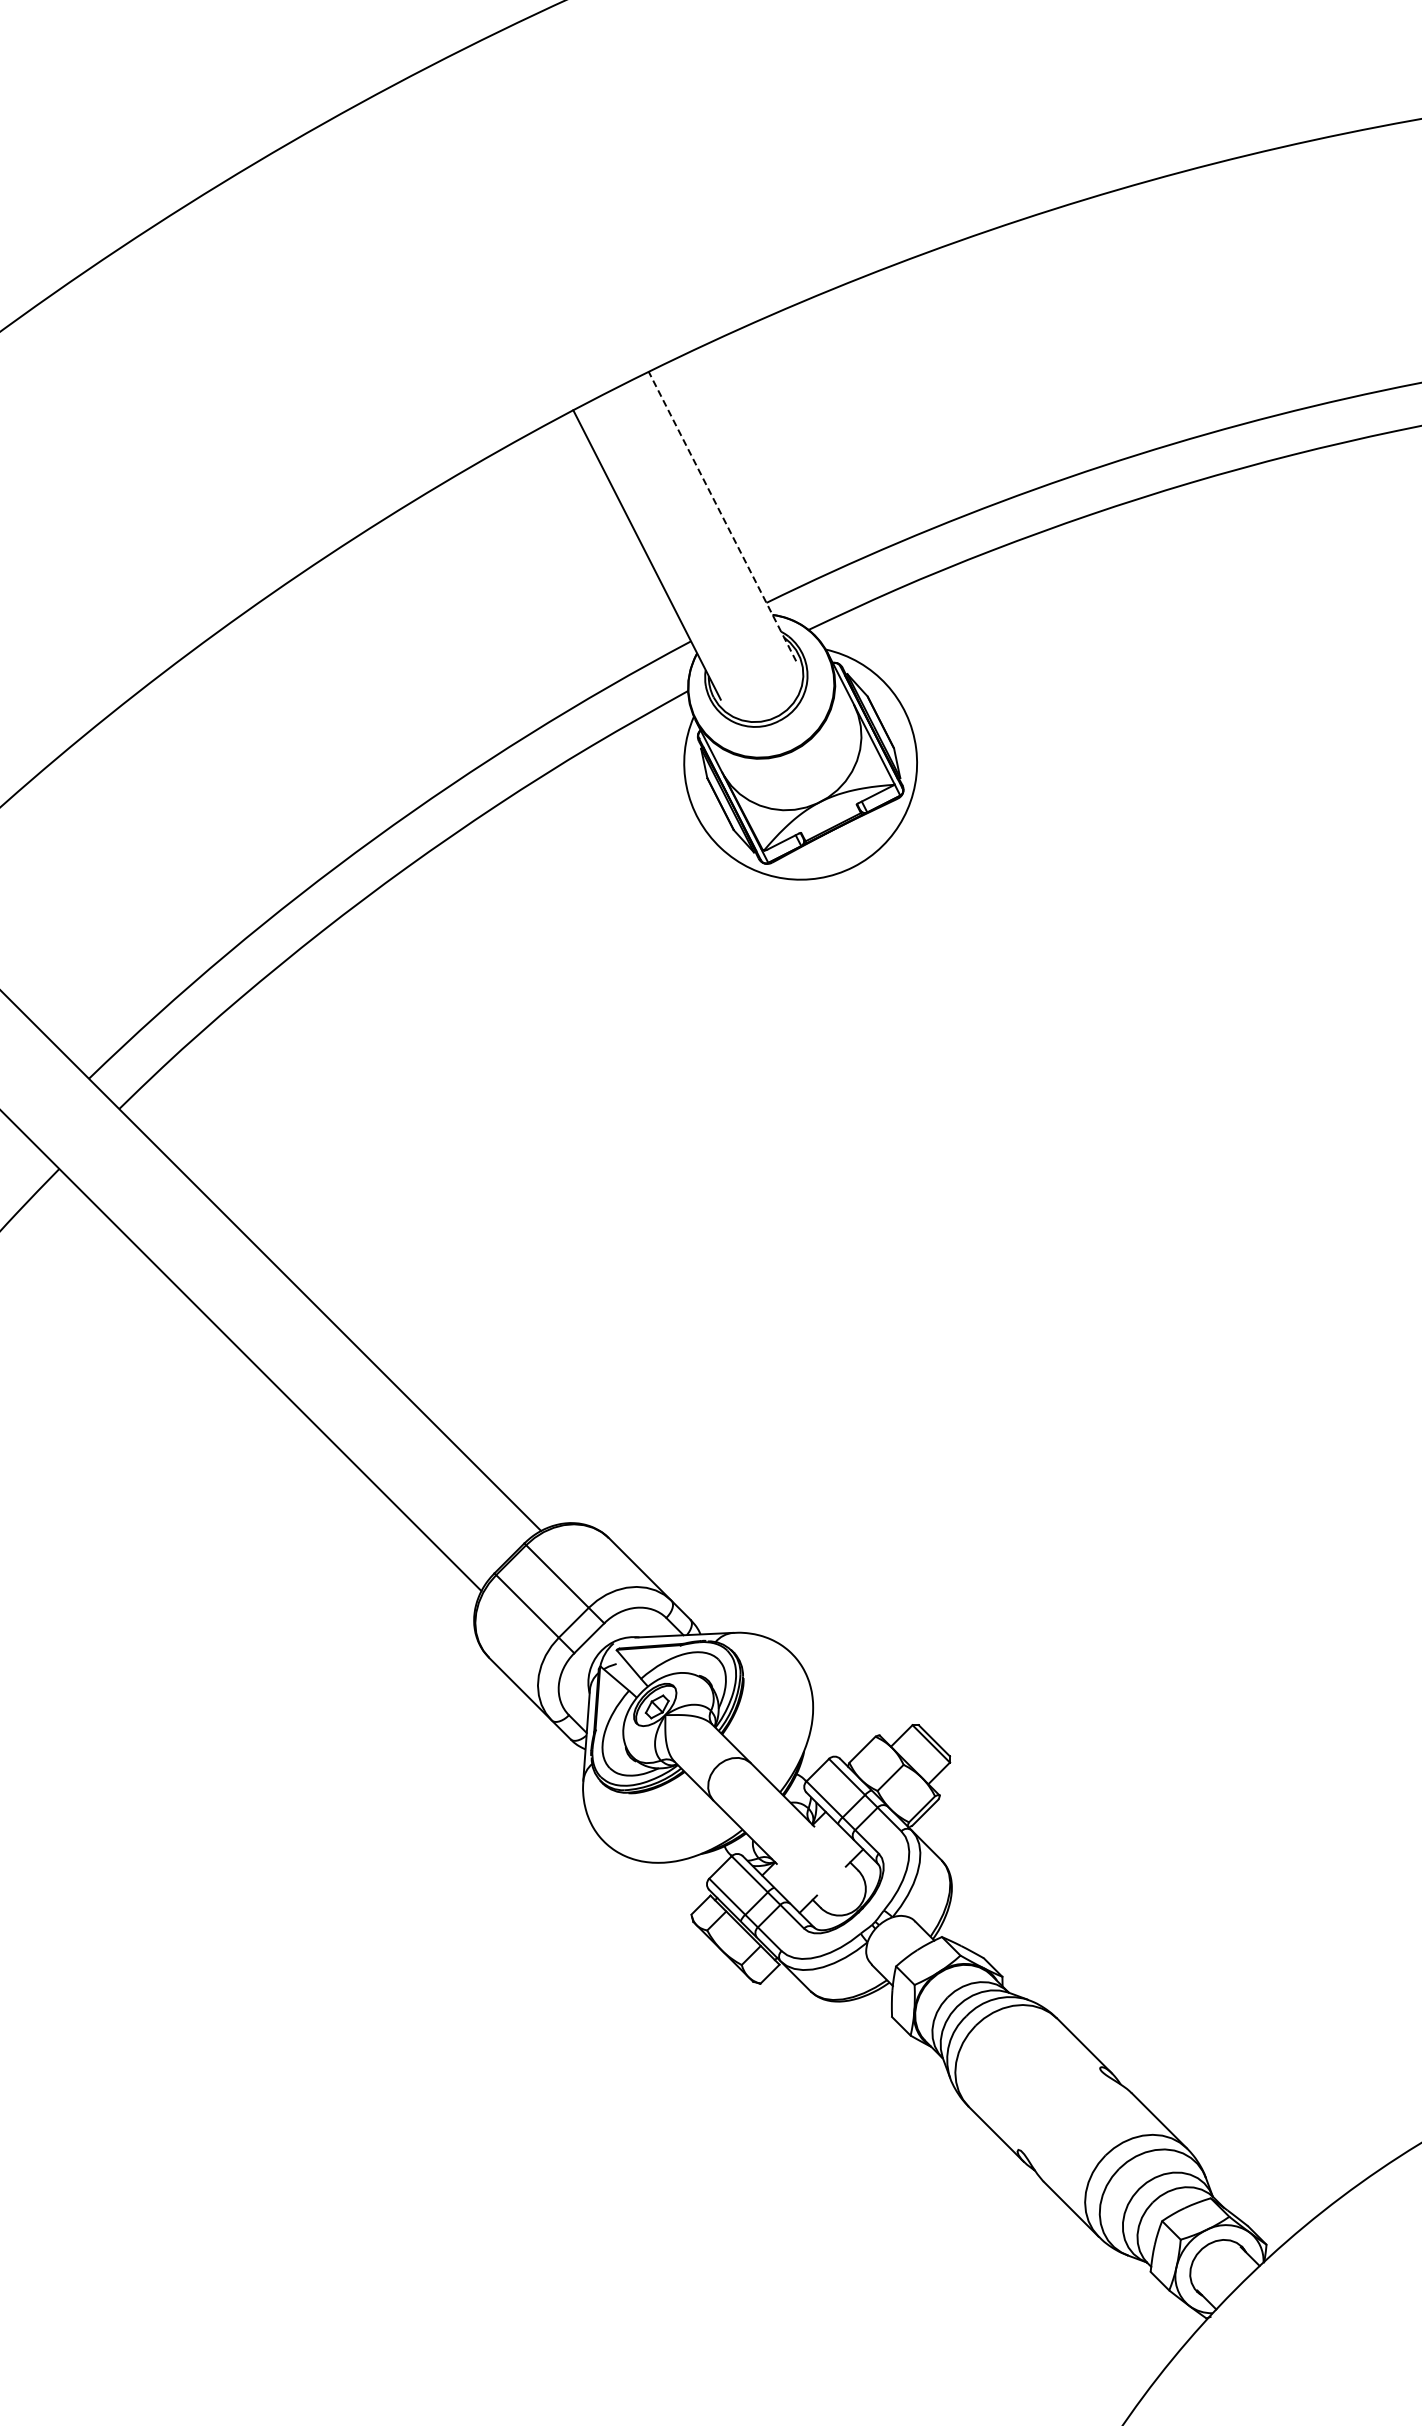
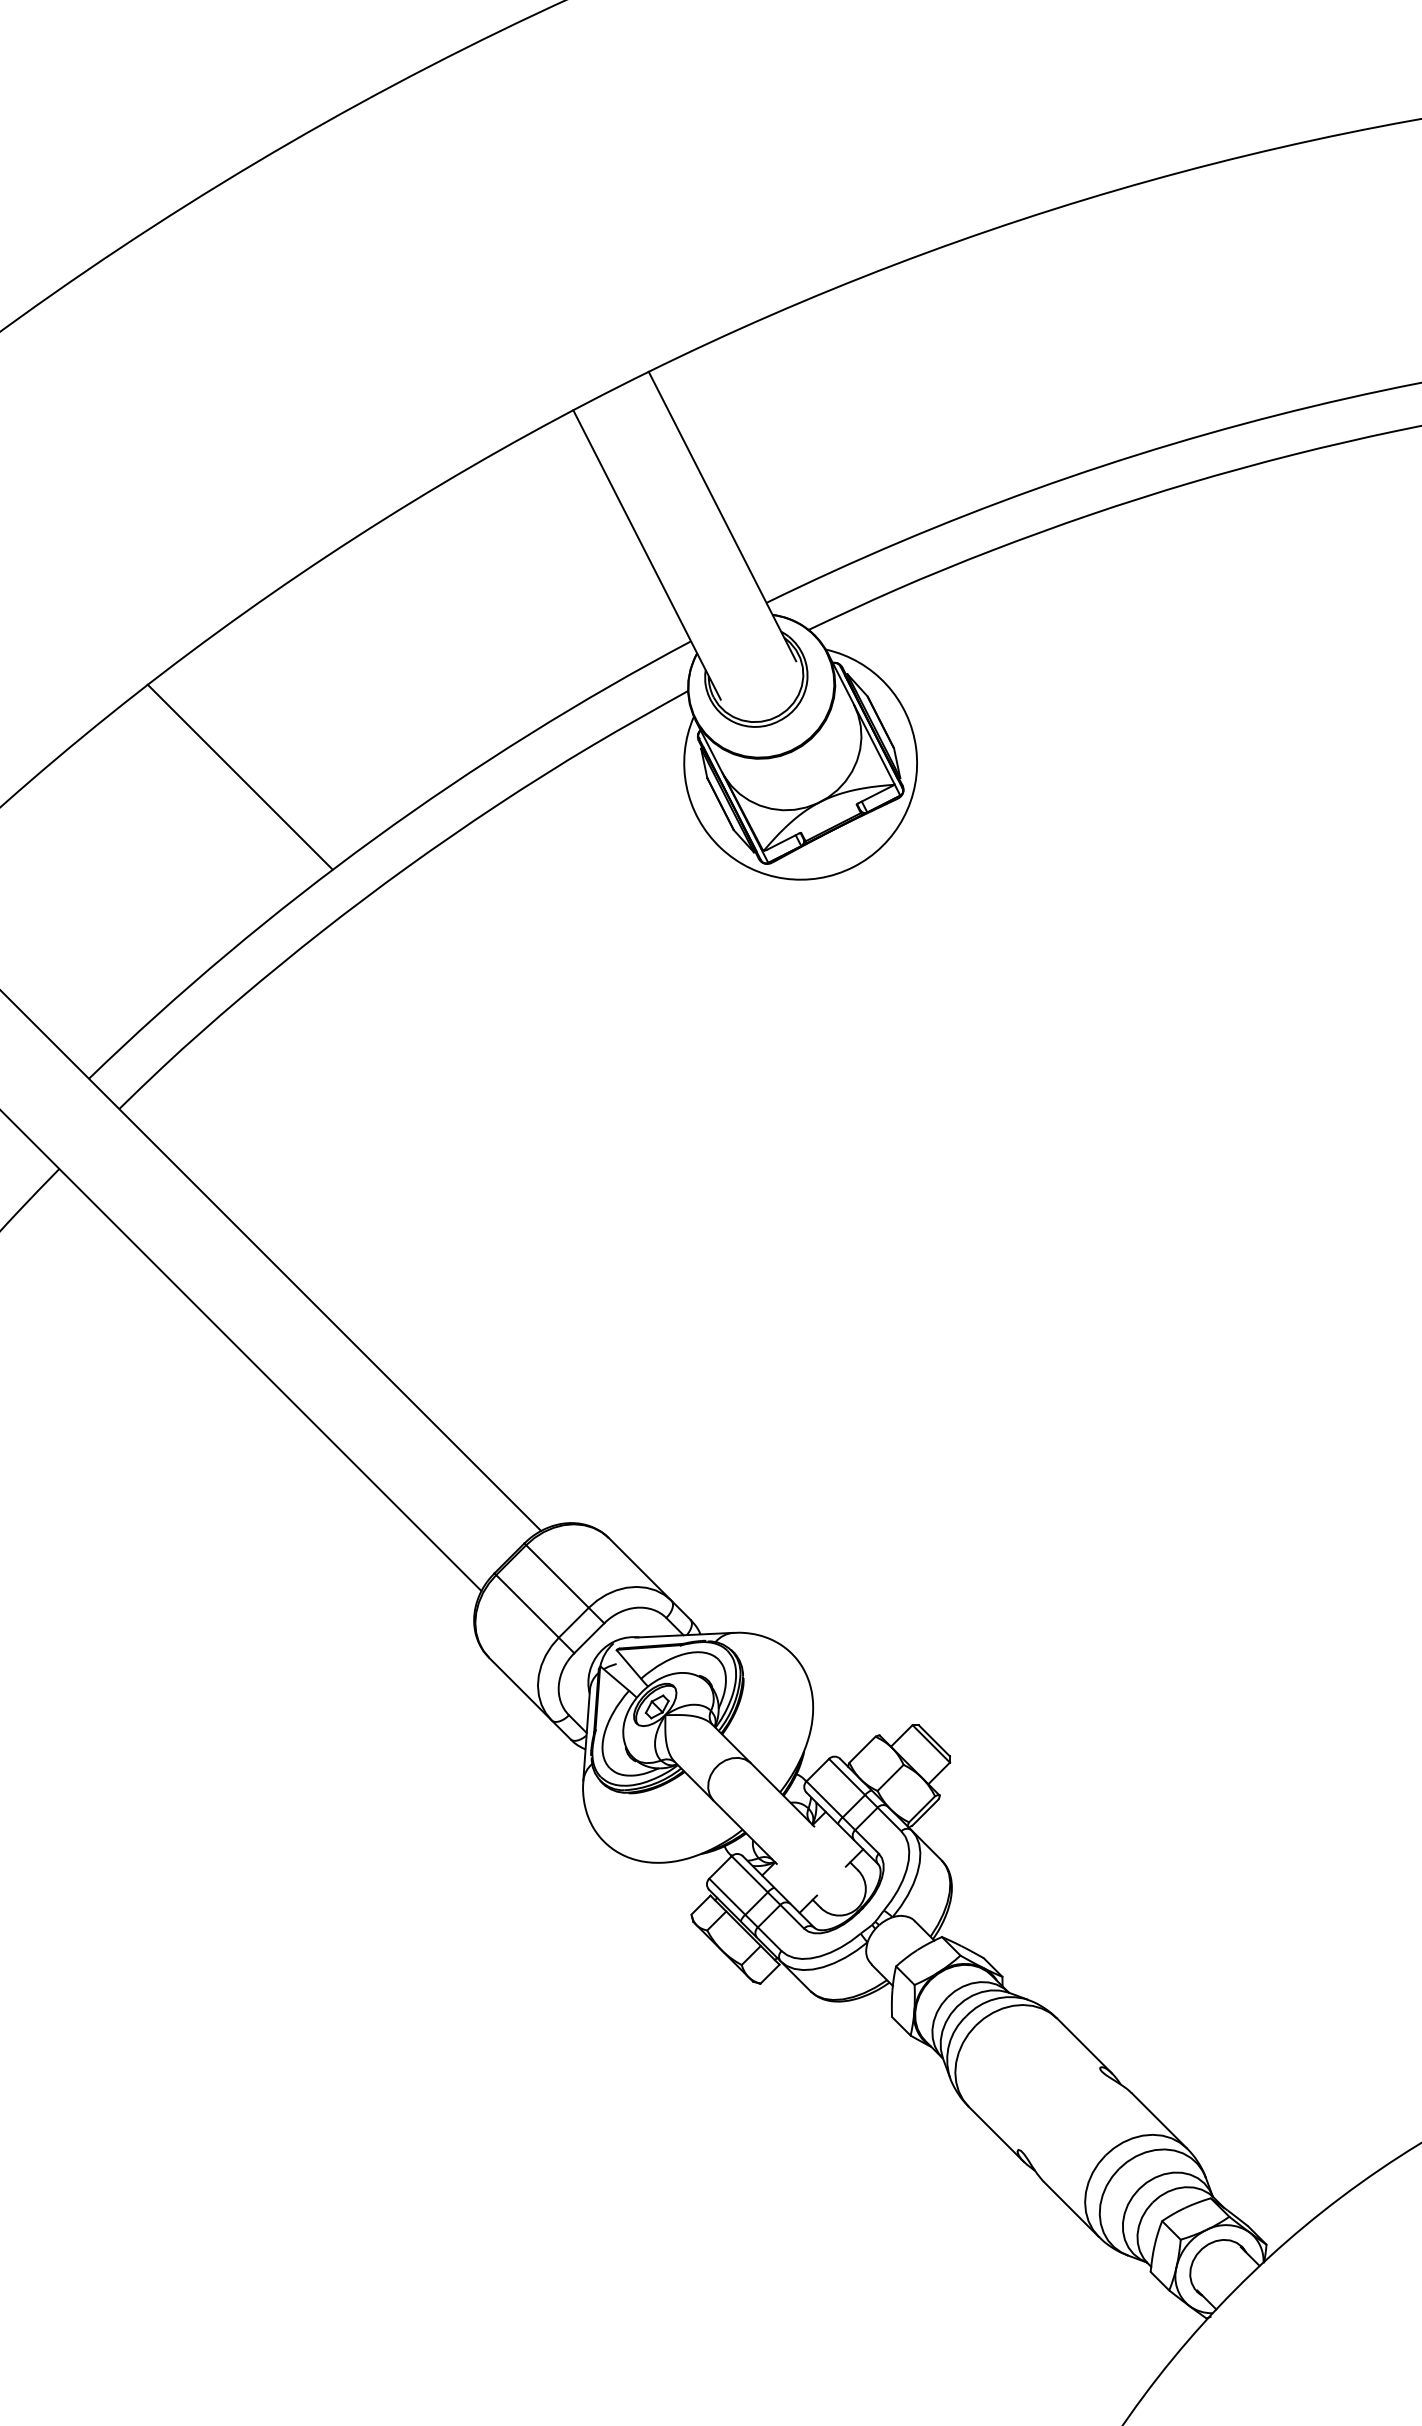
line at (722, 516): dashed -> solid
line at (239, 776): none -> present
